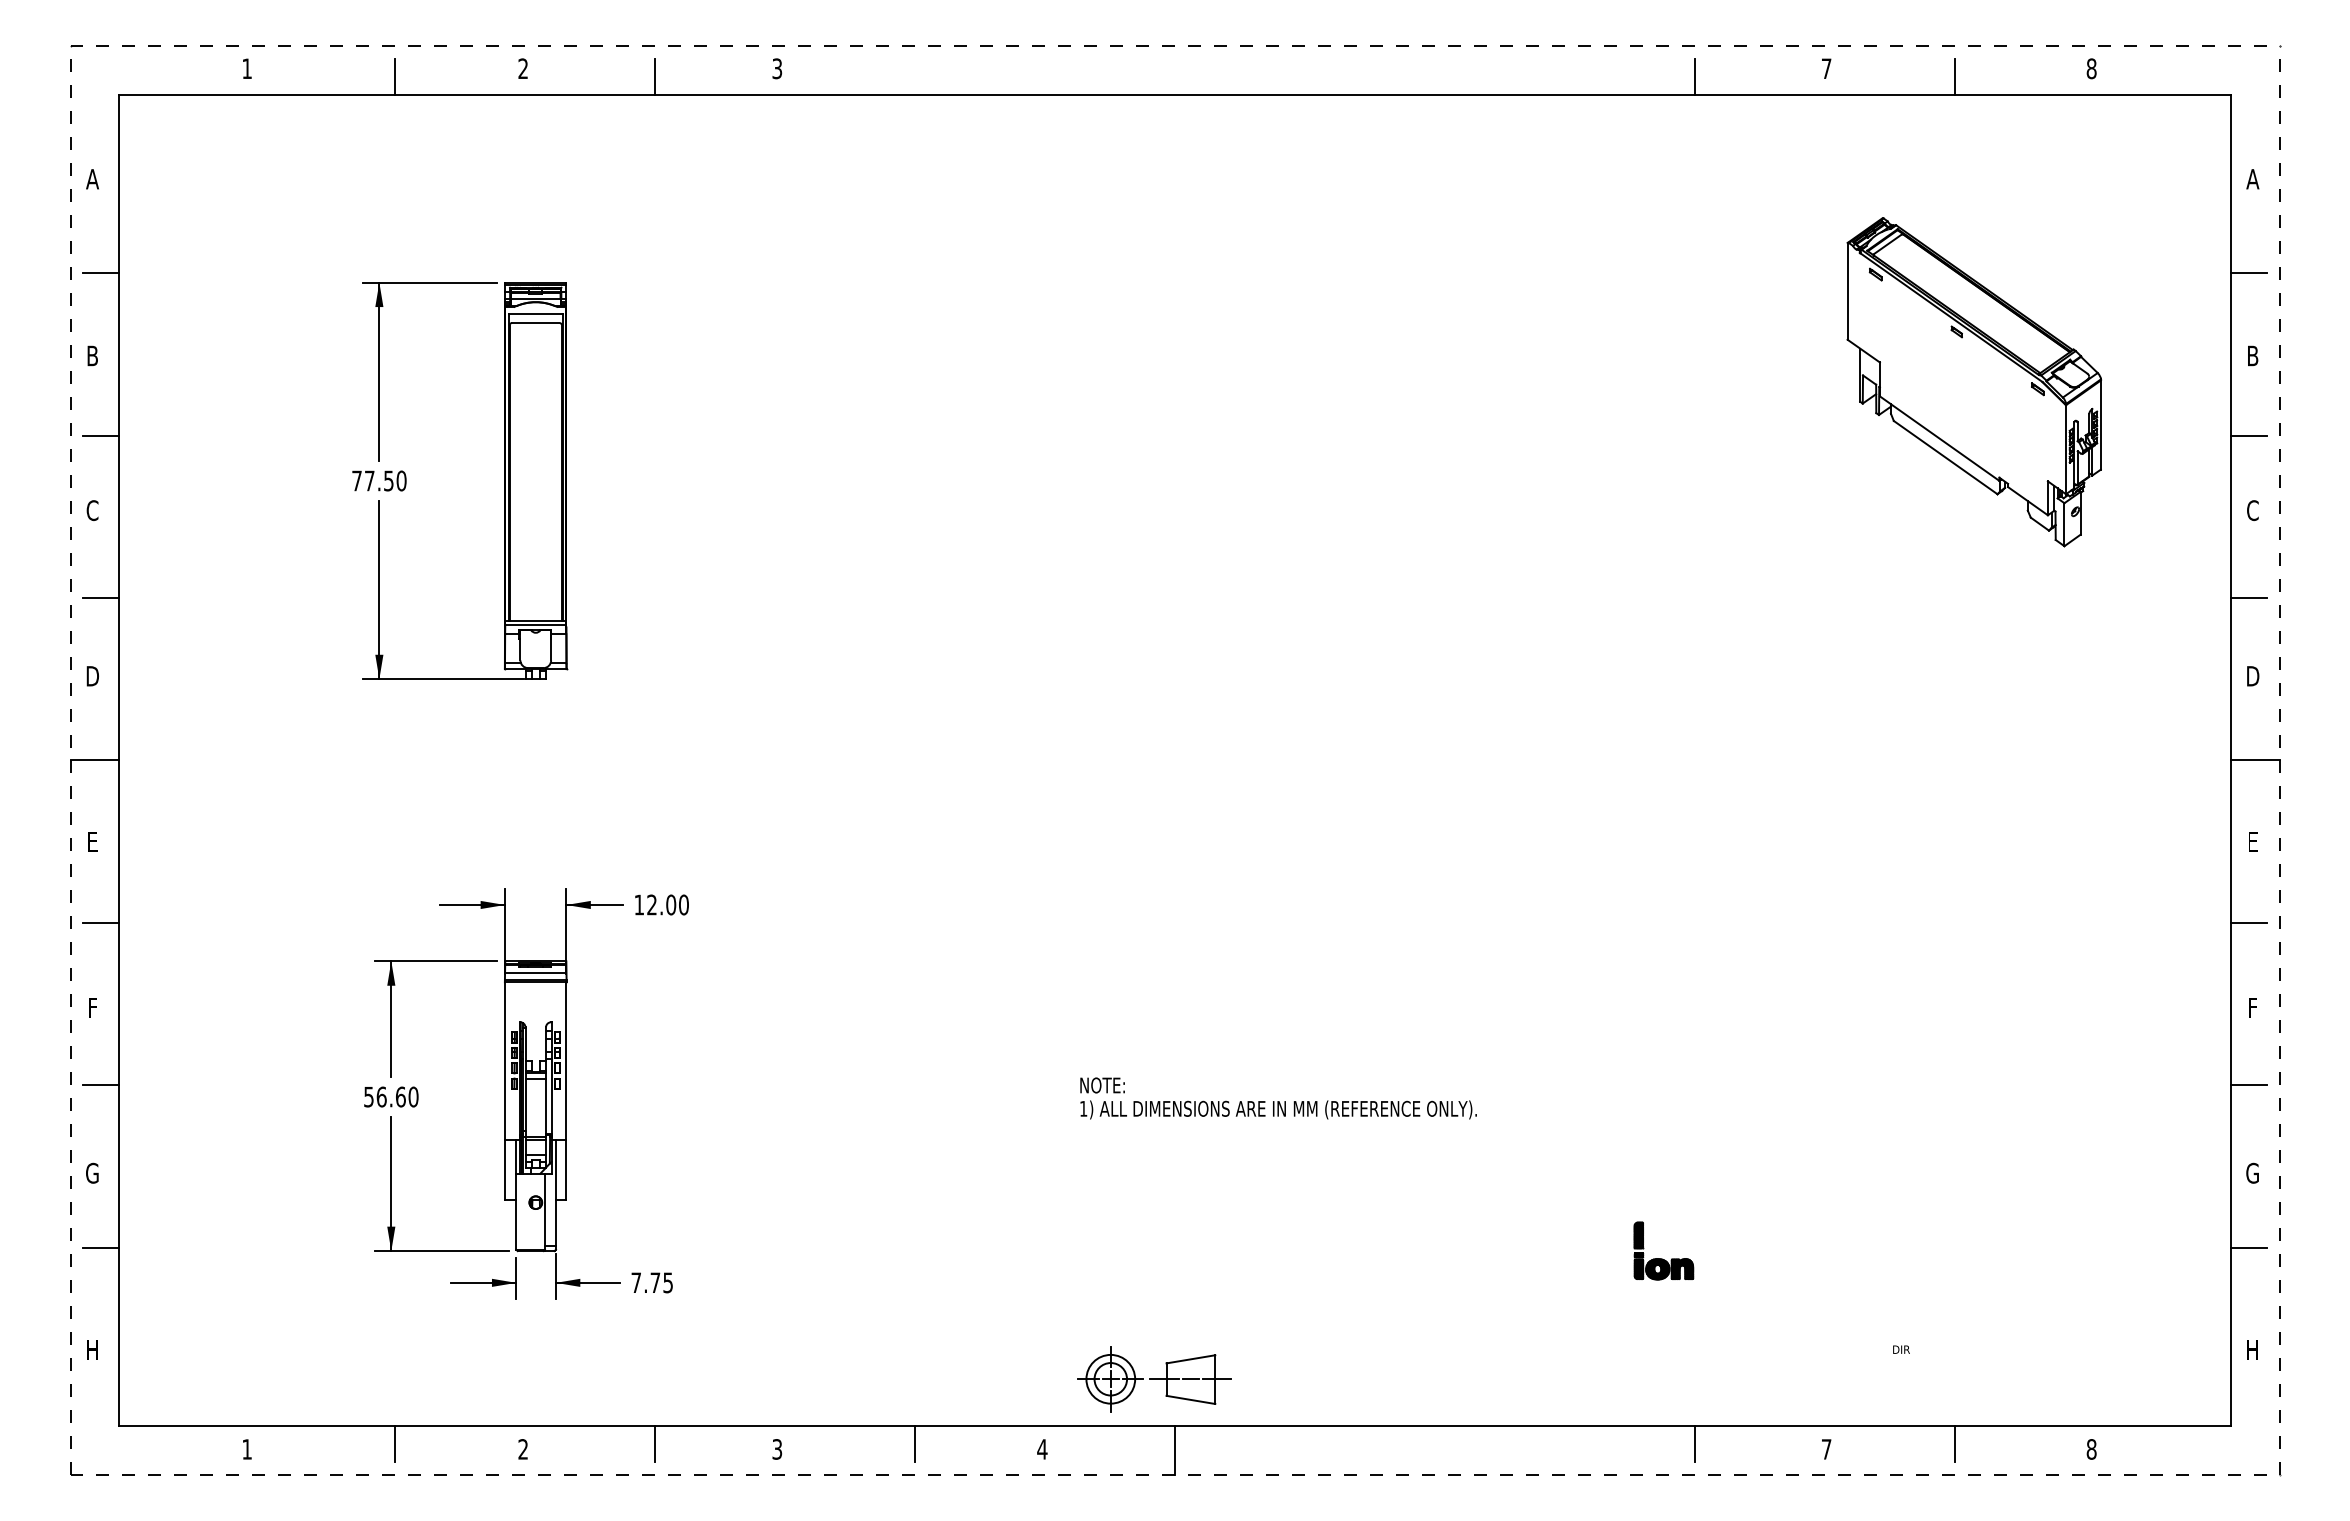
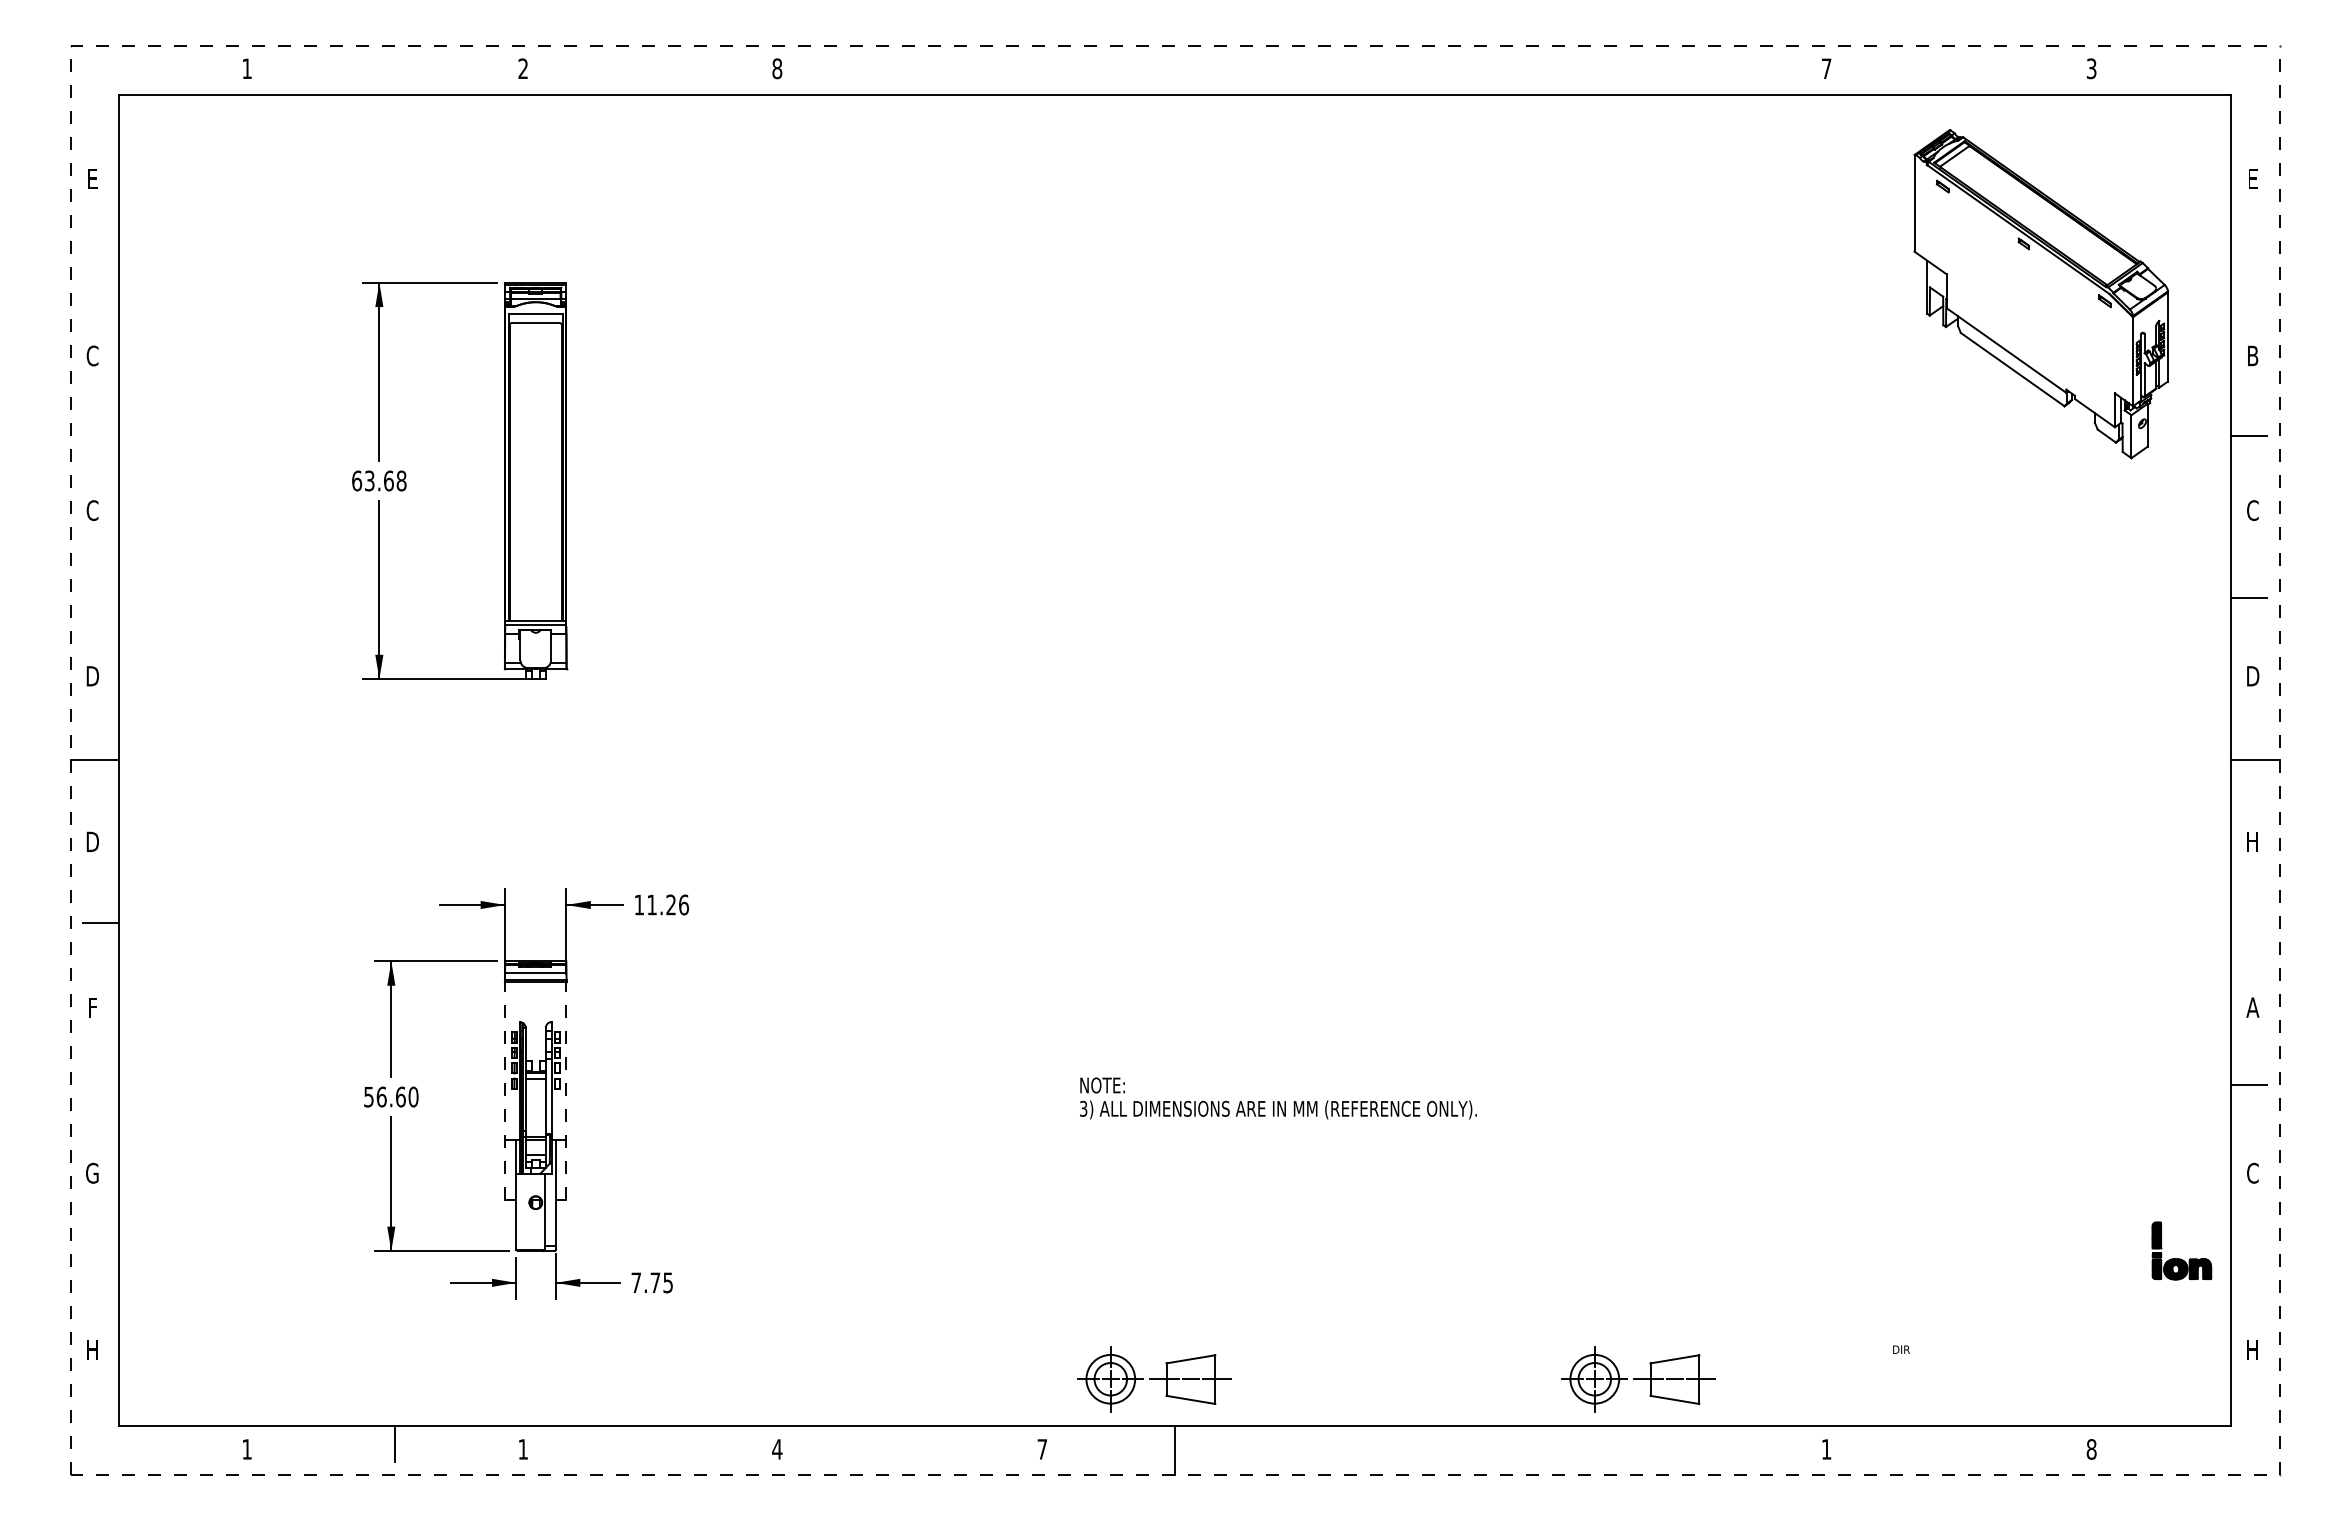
text at (777, 68): 3 -> 8
text at (2091, 68): 8 -> 3
line at (395, 76): present -> none
line at (655, 76): present -> none
line at (1694, 76): present -> none
line at (1954, 76): present -> none
text at (92, 179): A -> E
text at (2252, 179): A -> E
line at (101, 273): present -> none
line at (2248, 273): present -> none
text at (92, 355): B -> C
part at (1973, 382) position: (1973, 382) -> (2040, 294)
line at (101, 435): present -> none
text at (379, 480): 77.50 -> 63.68
line at (101, 598): present -> none
text at (92, 841): E -> D
text at (2252, 841): E -> H
text at (668, 904): 12.00 -> 11.26
line at (2248, 922): present -> none
text at (2252, 1007): F -> A
line at (101, 1085): present -> none
line at (505, 1091): solid -> dashed
line at (566, 1091): solid -> dashed
text at (1083, 1108): 1) -> 3)
text at (2252, 1173): G -> C
line at (101, 1247): present -> none
line at (2248, 1247): present -> none
part at (1662, 1258) position: (1662, 1258) -> (2180, 1258)
part at (1638, 1379): none -> present
line at (655, 1444): present -> none
line at (915, 1444): present -> none
line at (1694, 1444): present -> none
line at (1954, 1444): present -> none
text at (522, 1449): 2 -> 1
text at (777, 1449): 3 -> 4
text at (1042, 1449): 4 -> 7
text at (1826, 1449): 7 -> 1
